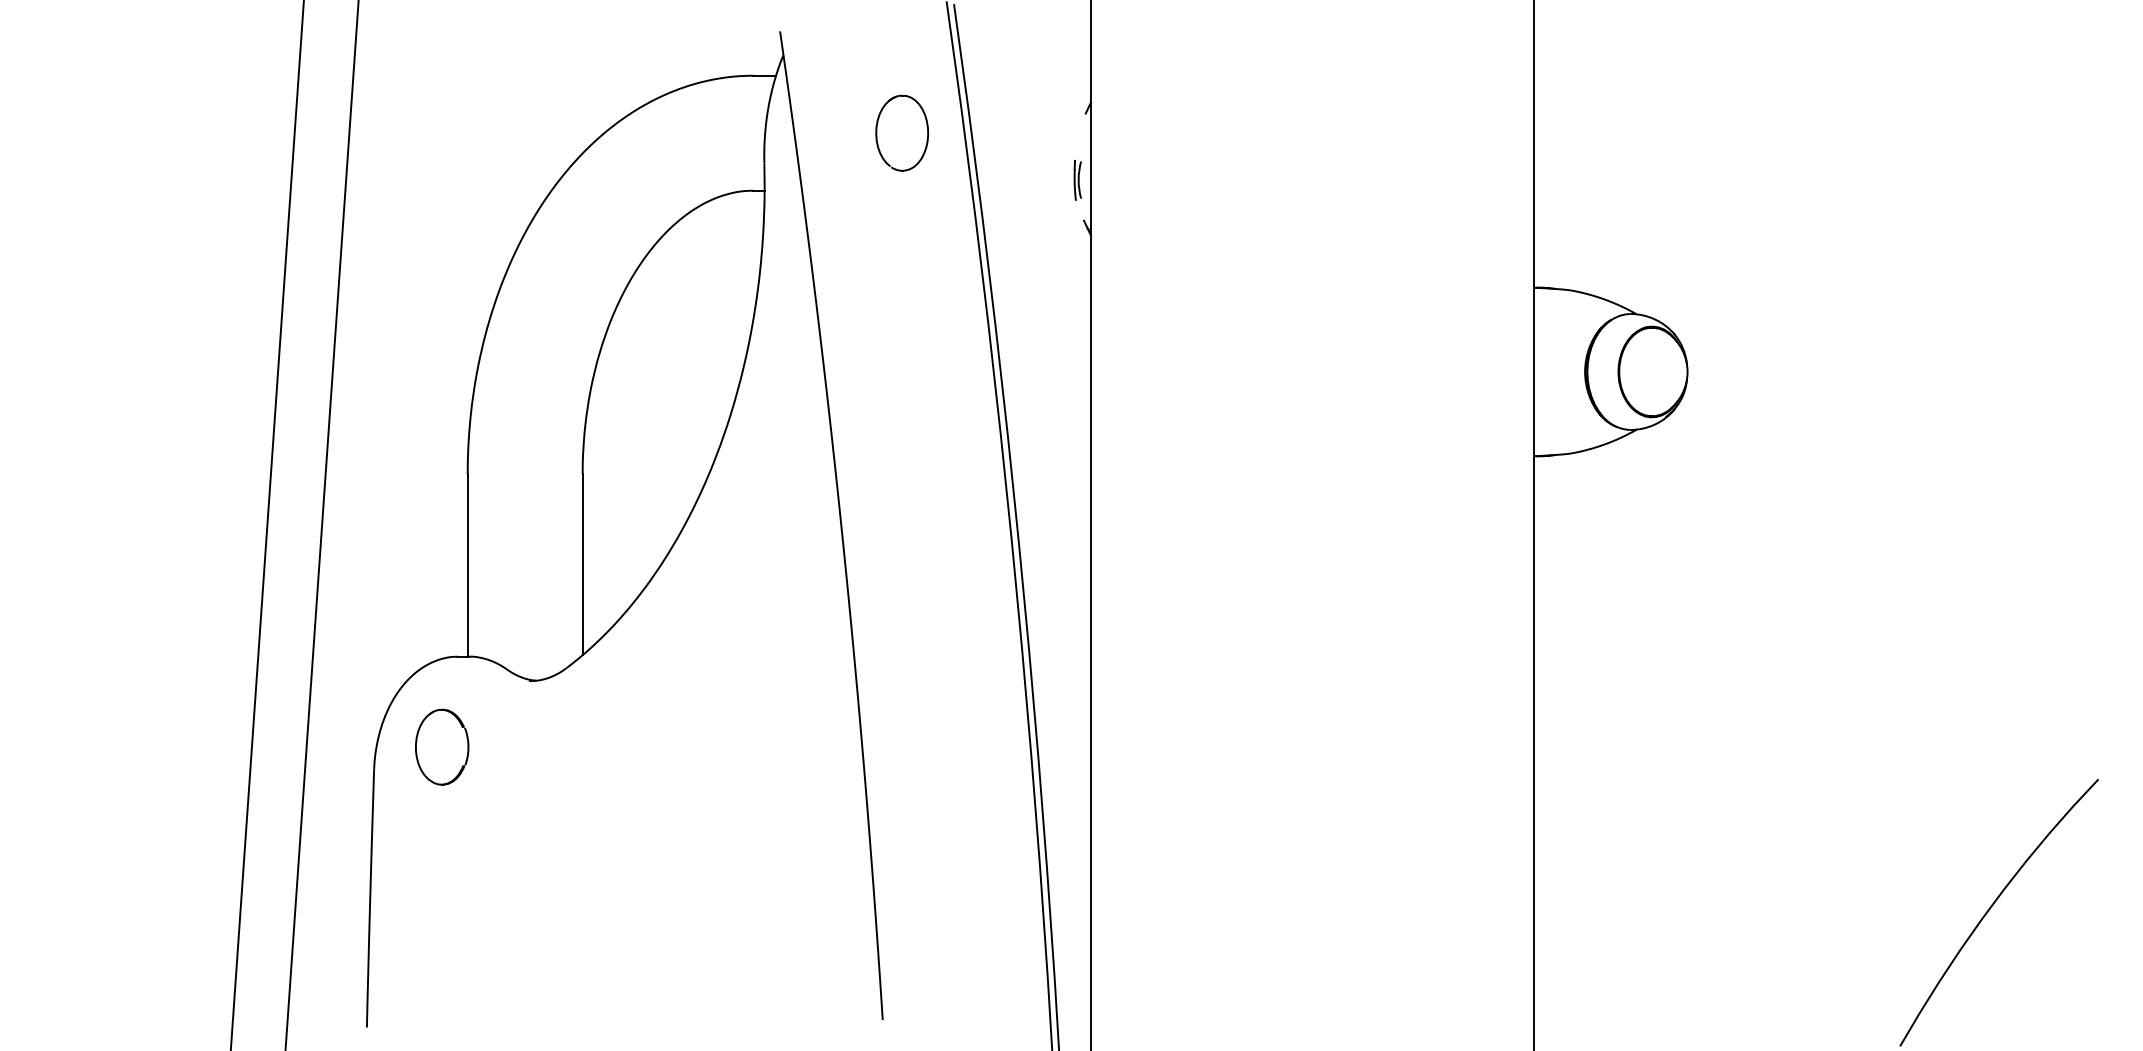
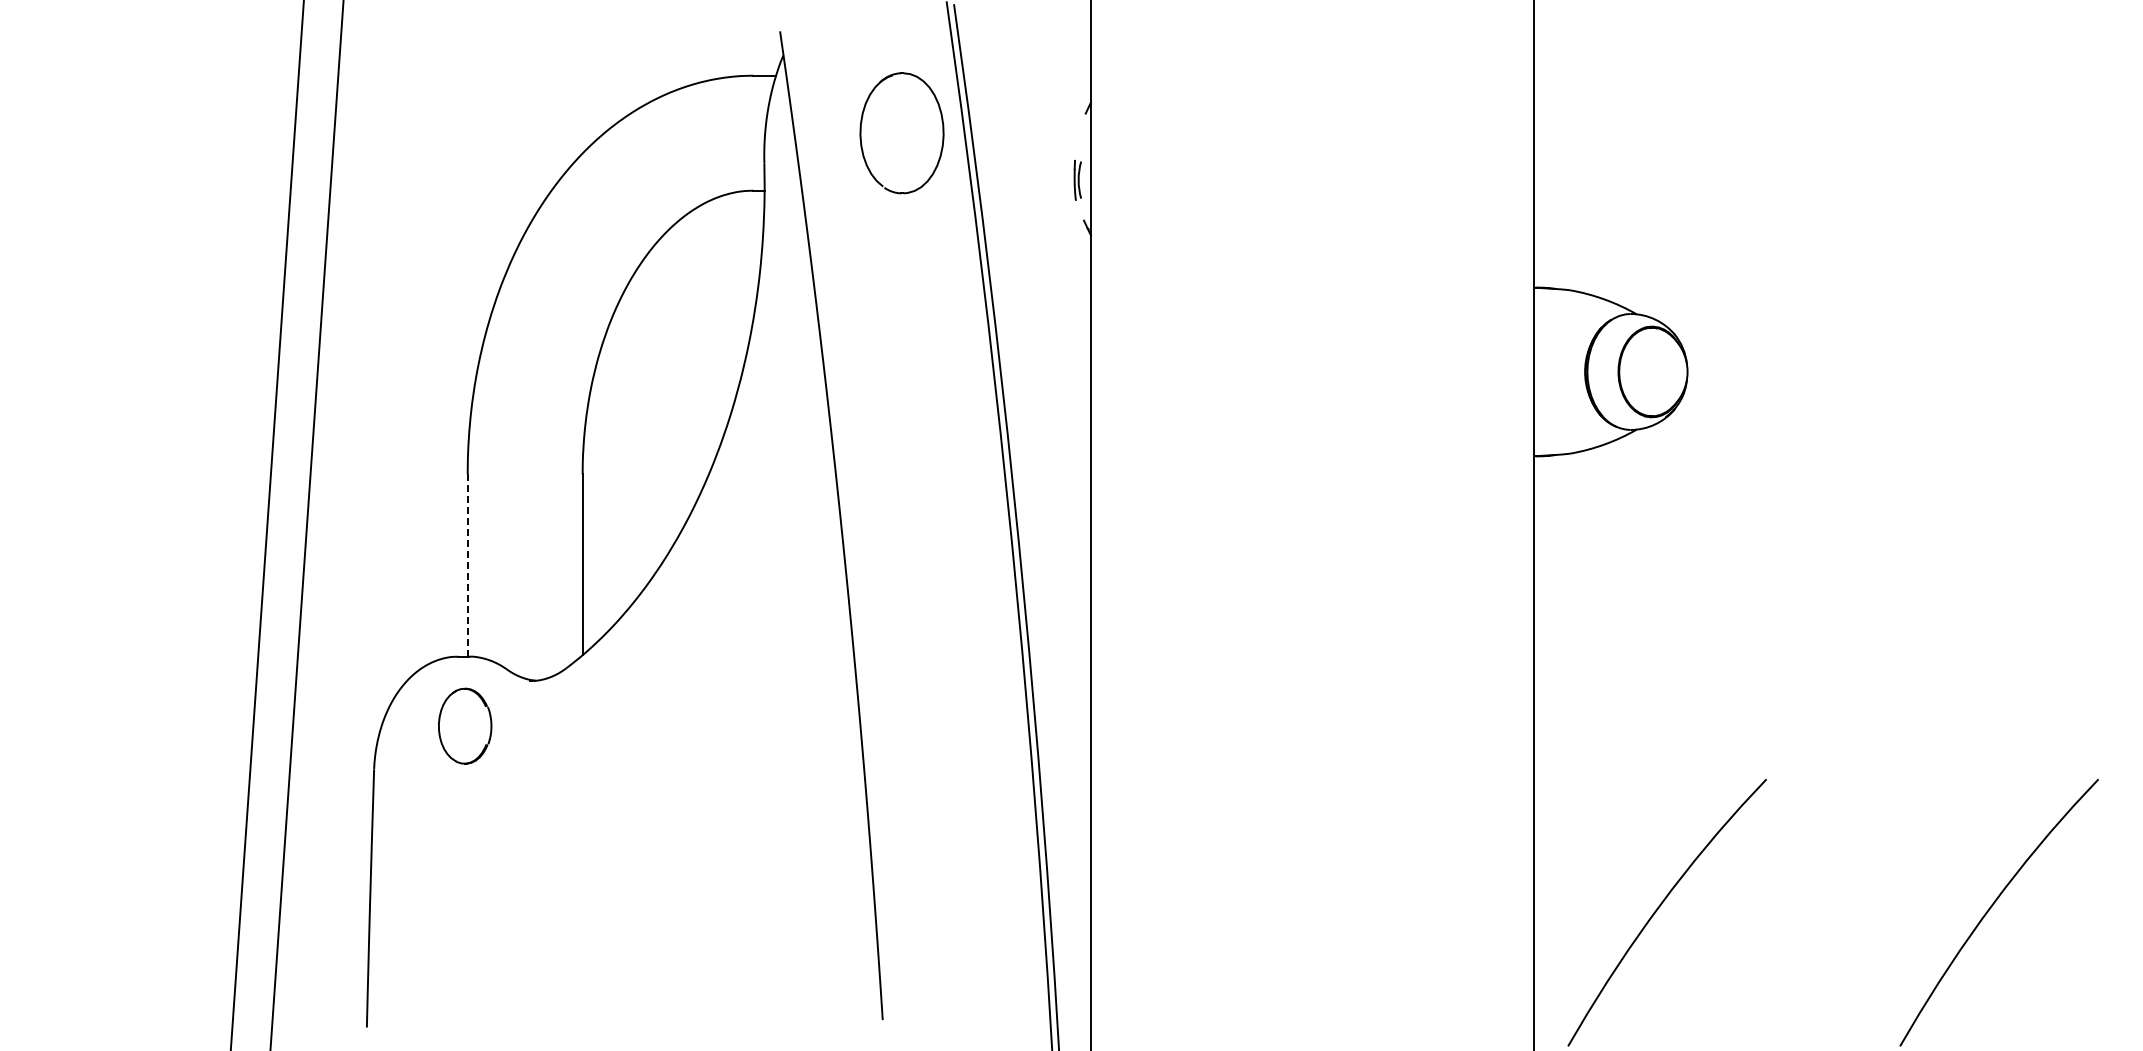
part at (902, 132) size: 55x78 px -> 86x123 px
line at (321, 524) position: (321, 524) -> (306, 524)
line at (467, 565): solid -> dashed
part at (442, 746) position: (442, 746) -> (465, 725)
curve at (1659, 908): none -> present
